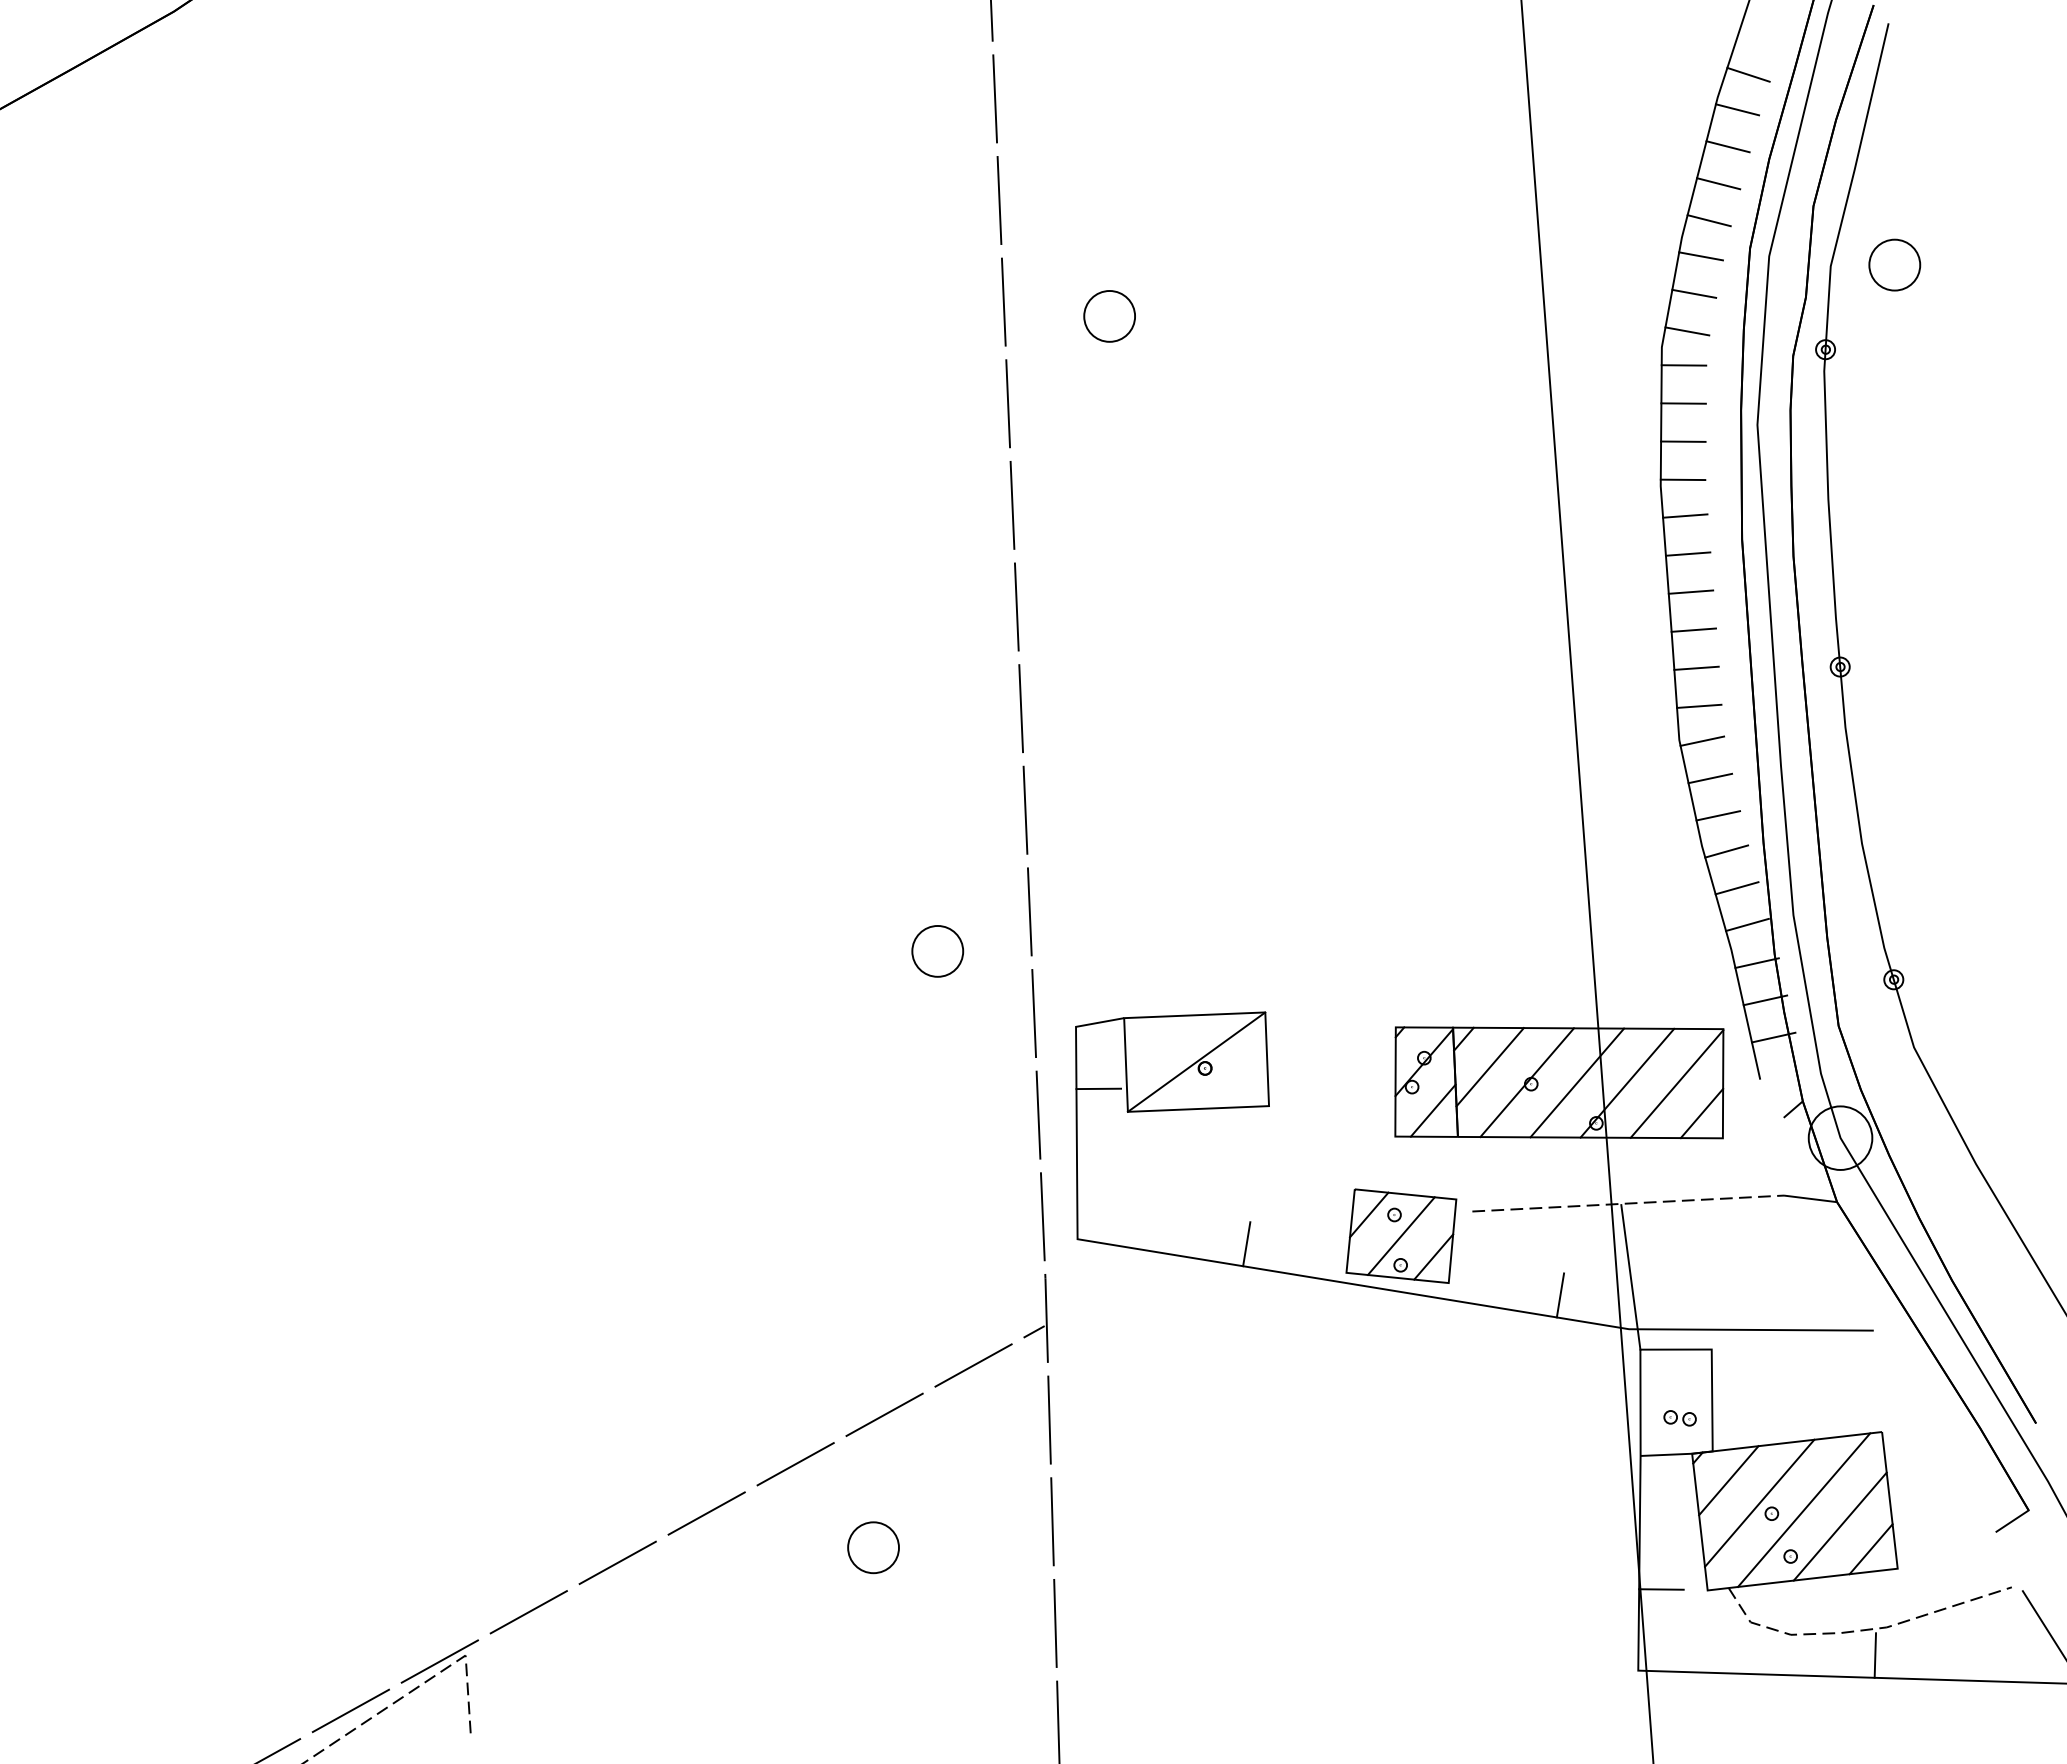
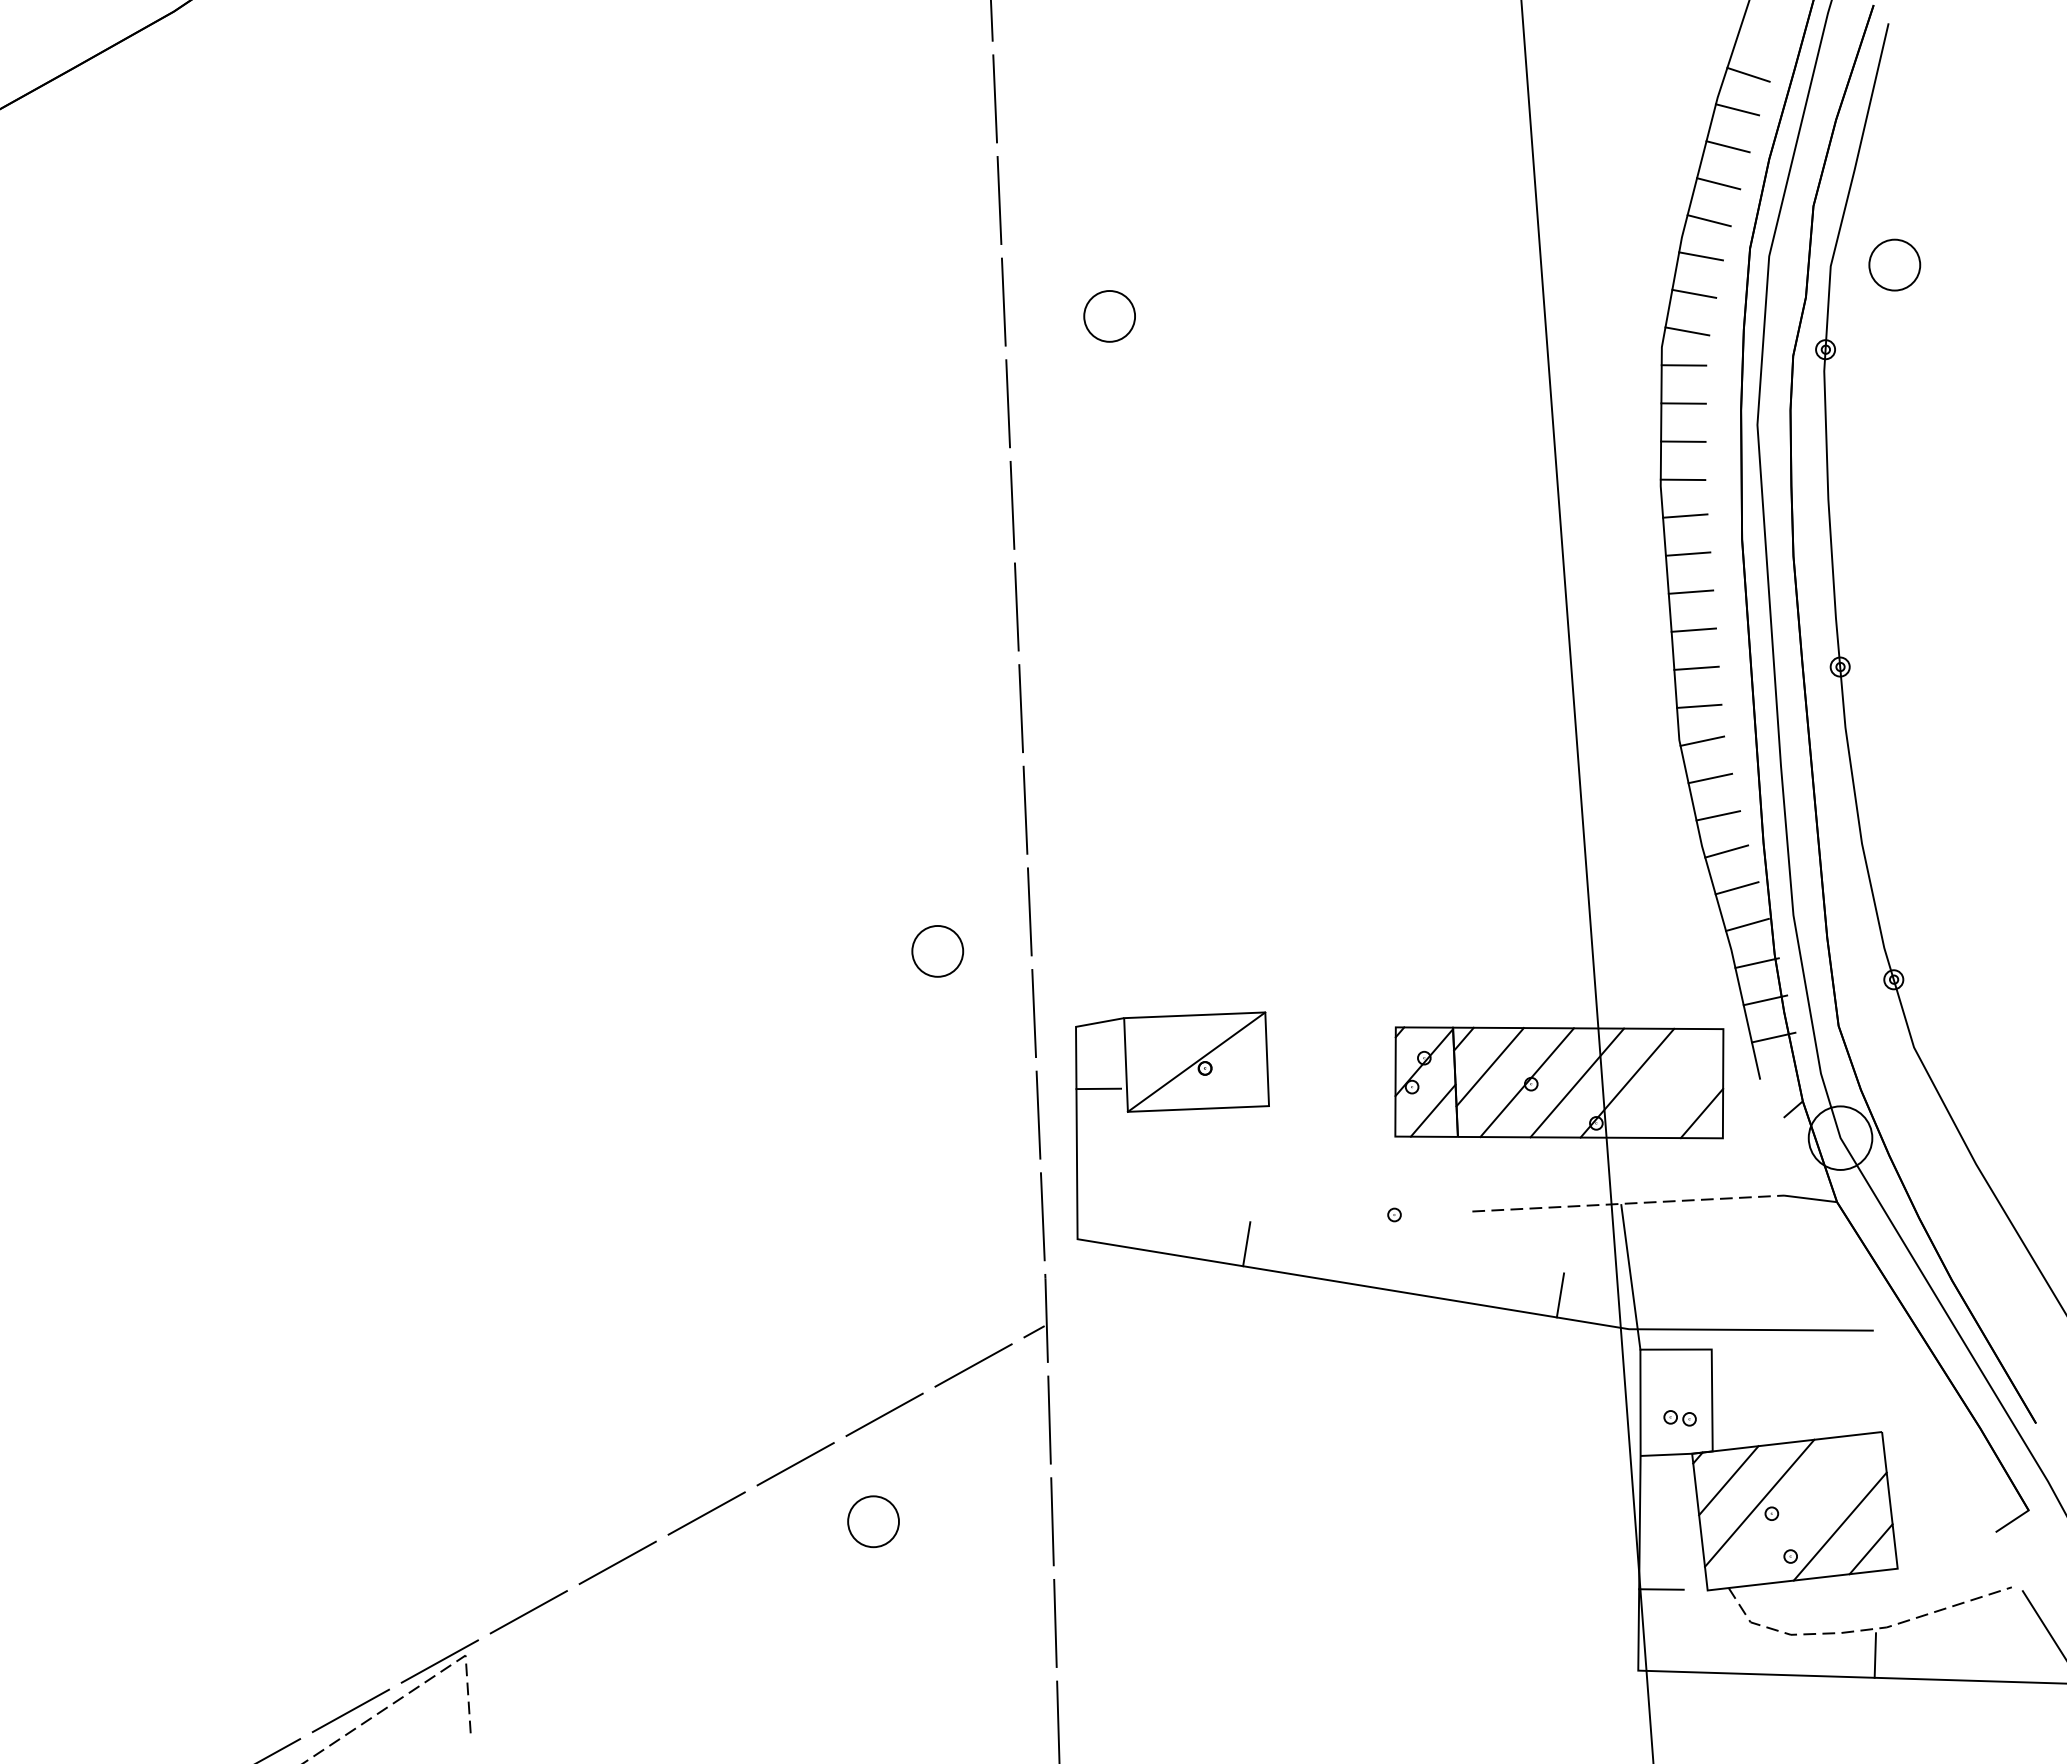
line at (1676, 1083): present -> none
part at (1401, 1235): present -> none
line at (1803, 1509): present -> none
part at (873, 1547) position: (873, 1547) -> (873, 1521)
